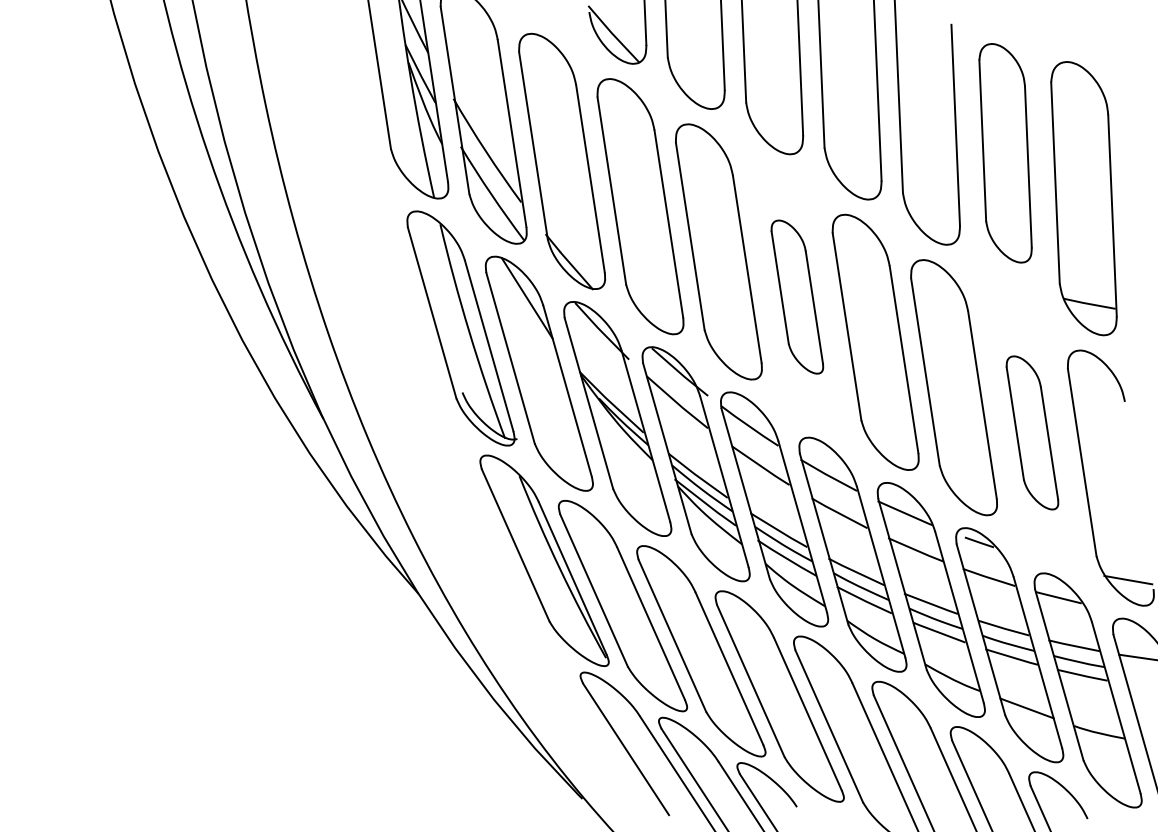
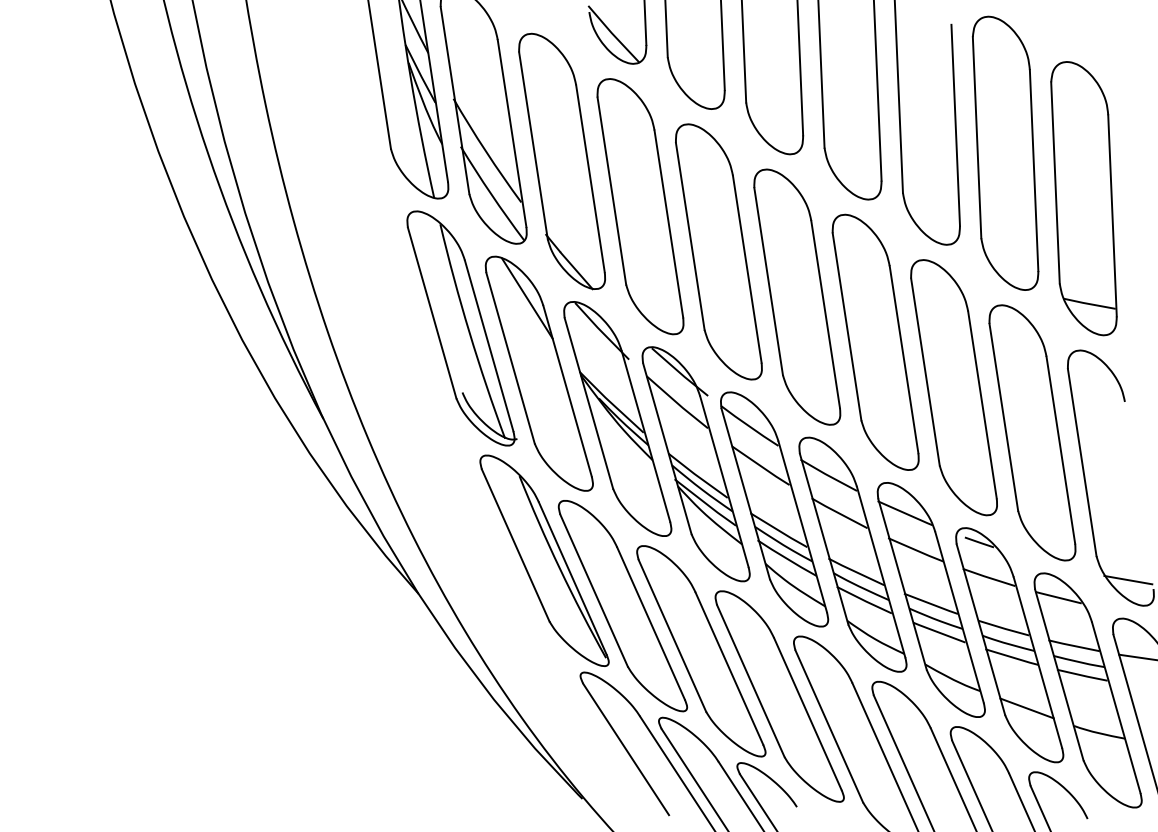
part at (1005, 153) size: 55x221 px -> 69x276 px
part at (797, 296) size: 55x156 px -> 89x258 px
part at (1032, 432) size: 55x156 px -> 89x258 px
